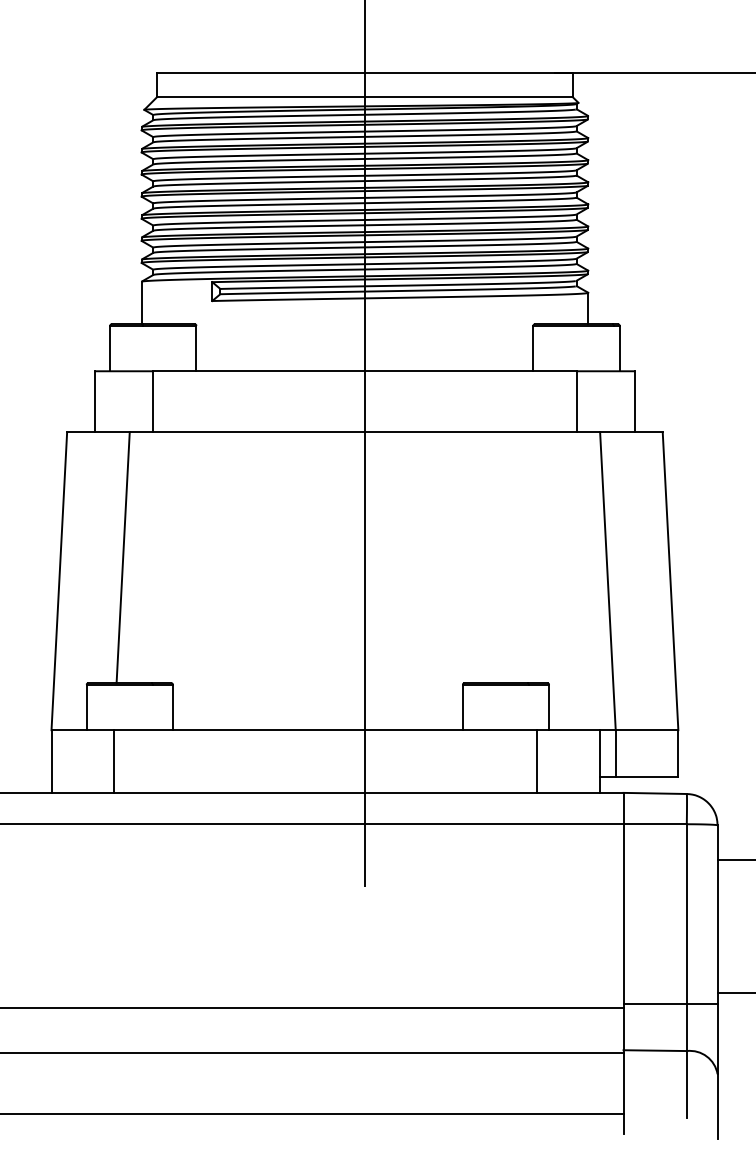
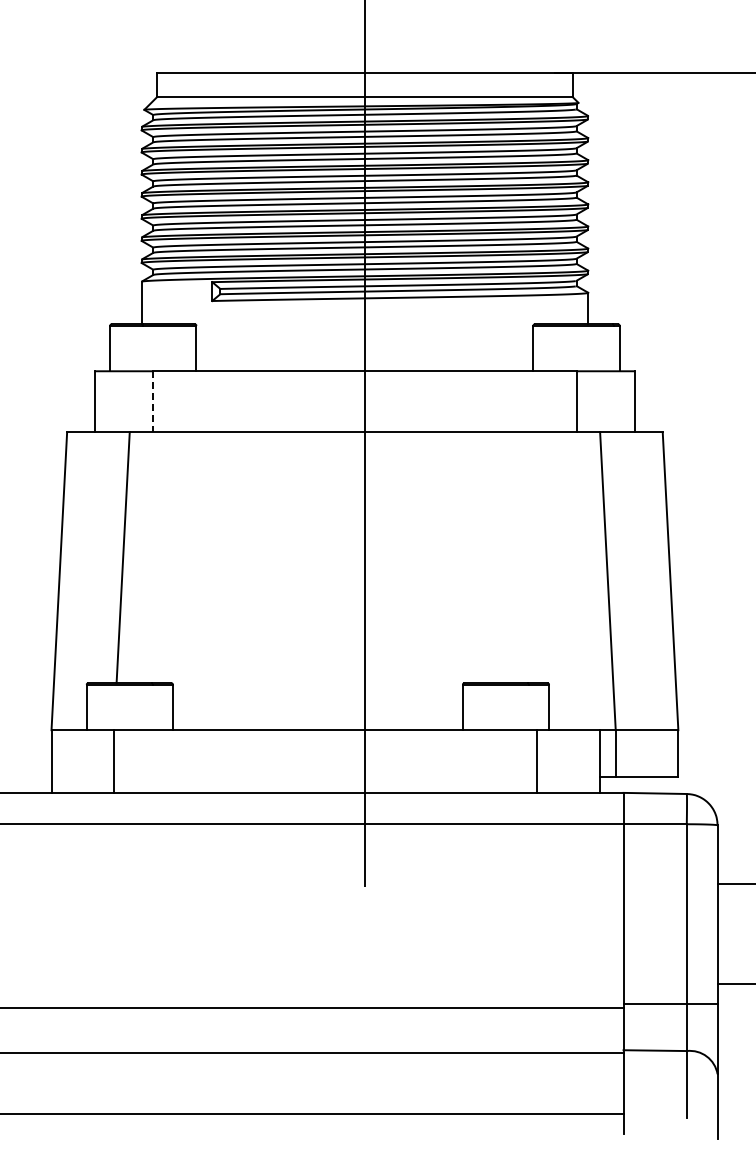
line at (153, 401): solid -> dashed
line at (734, 859) position: (734, 859) -> (734, 883)
line at (734, 992) position: (734, 992) -> (734, 983)
